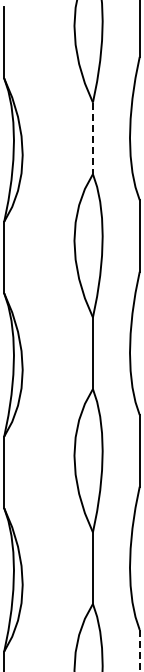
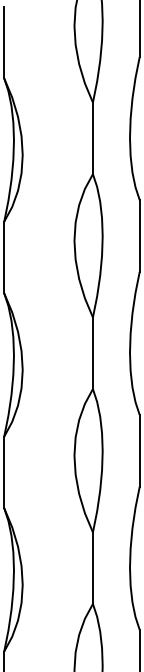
line at (92, 138): dashed -> solid
line at (139, 650): dashed -> solid
